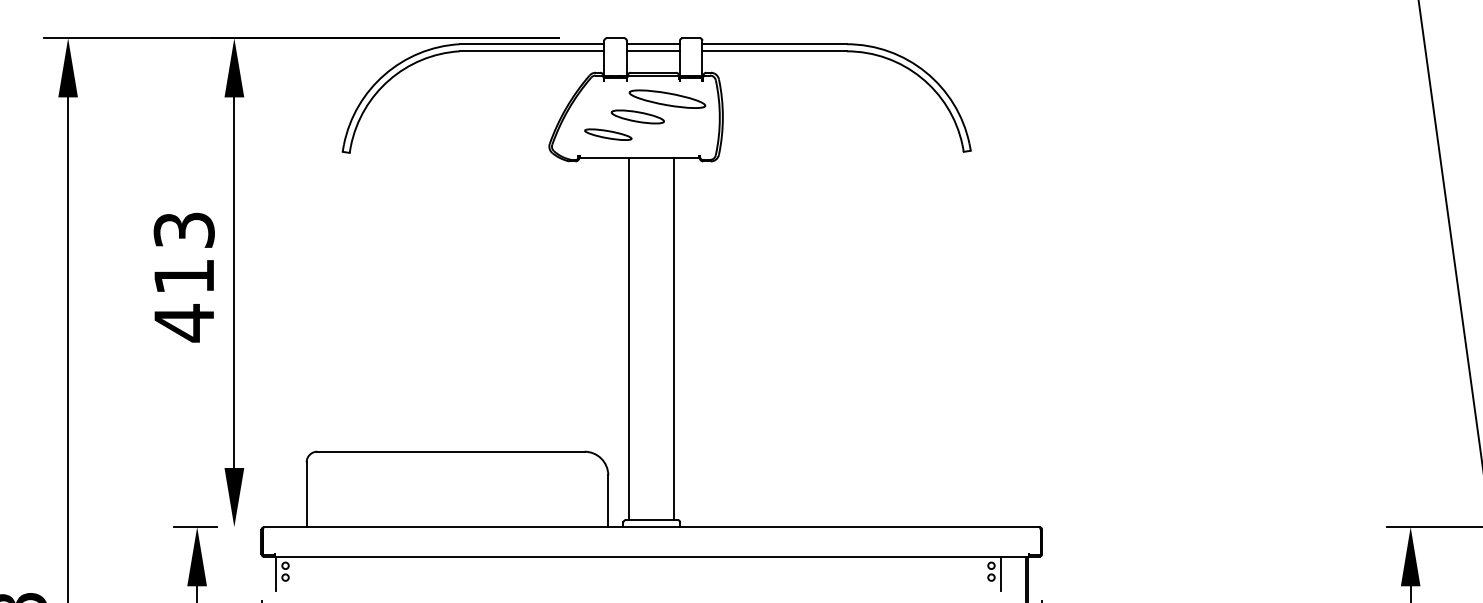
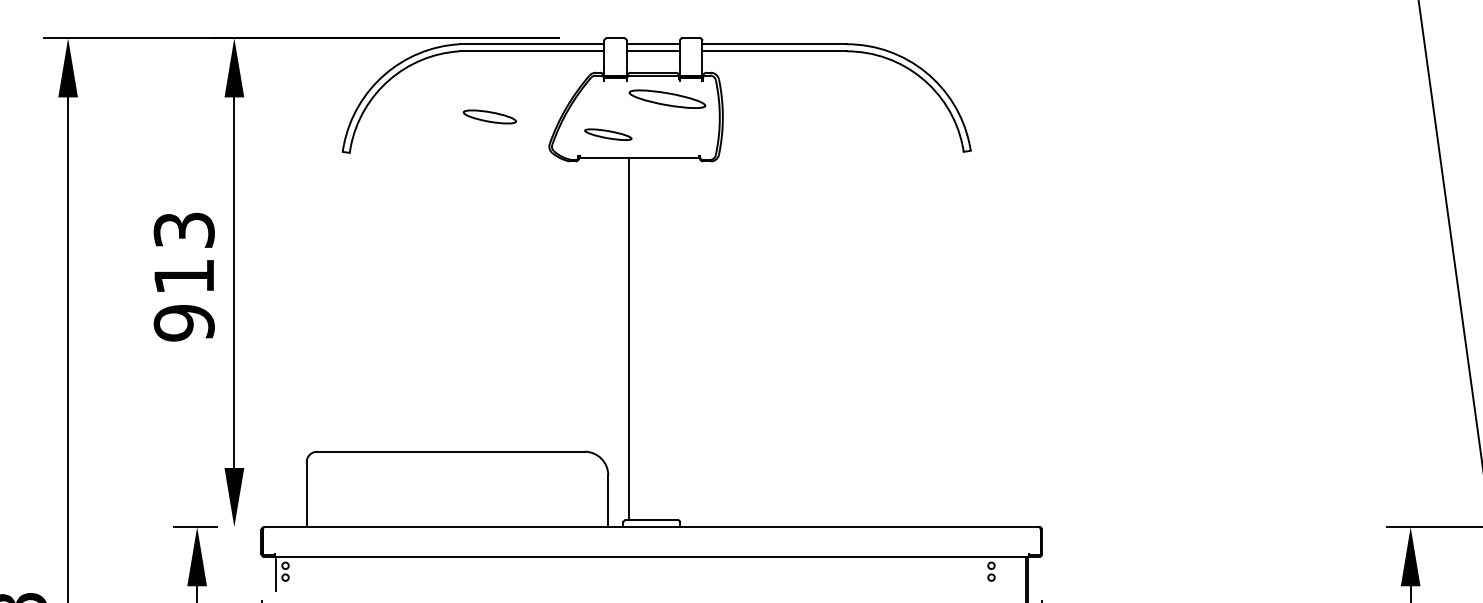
part at (637, 116) position: (637, 116) -> (489, 116)
text at (183, 323): 413 -> 913
line at (674, 339): present -> none
line at (1001, 573): present -> none
